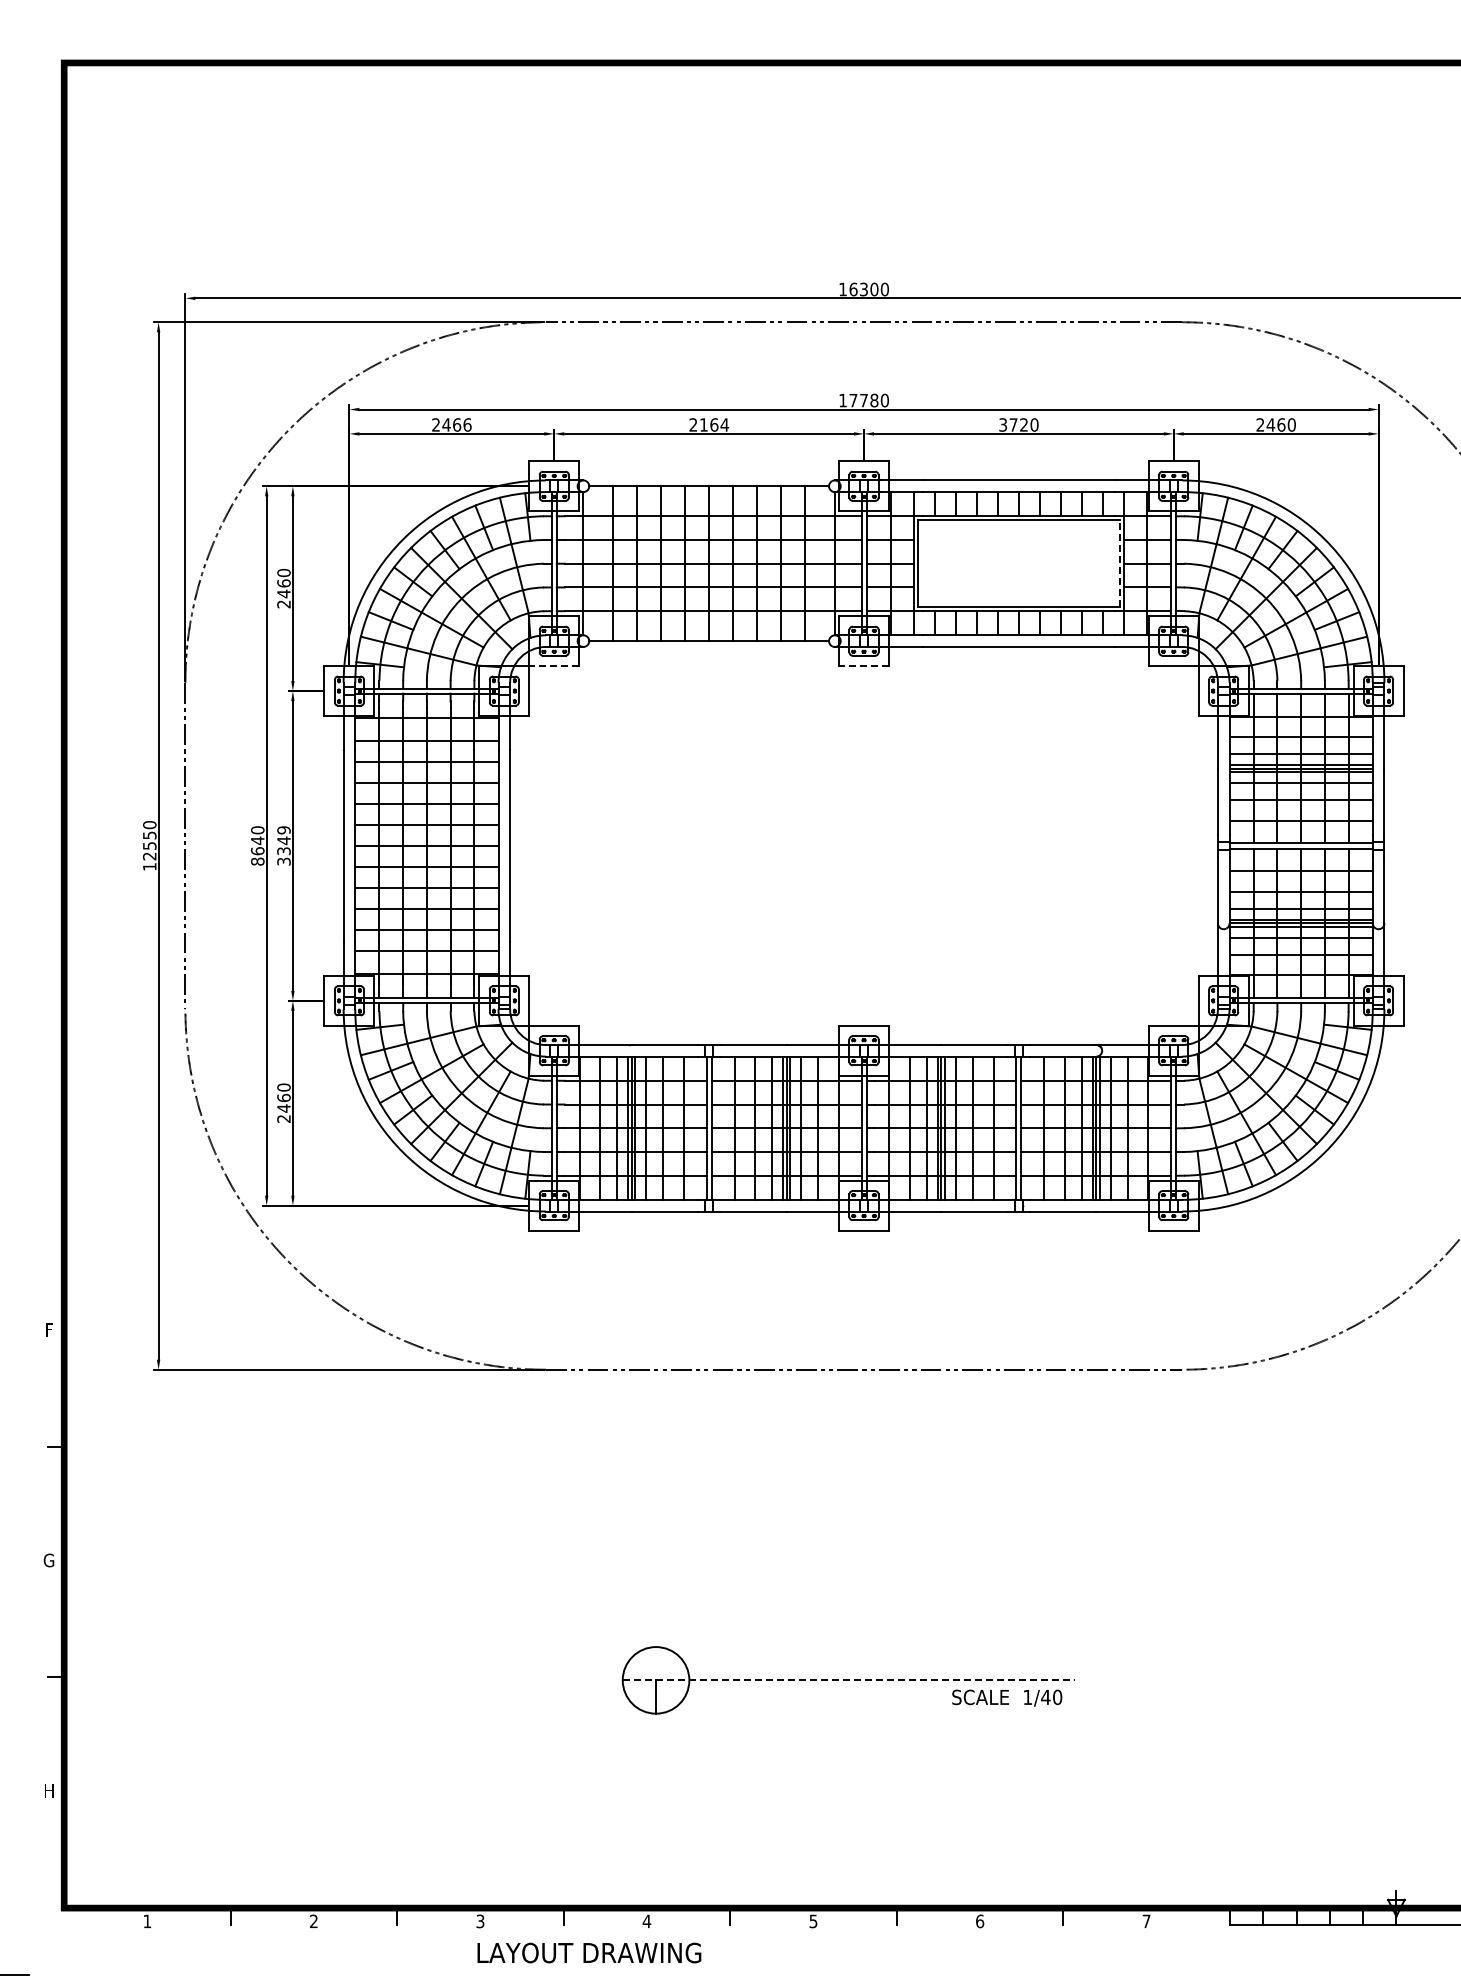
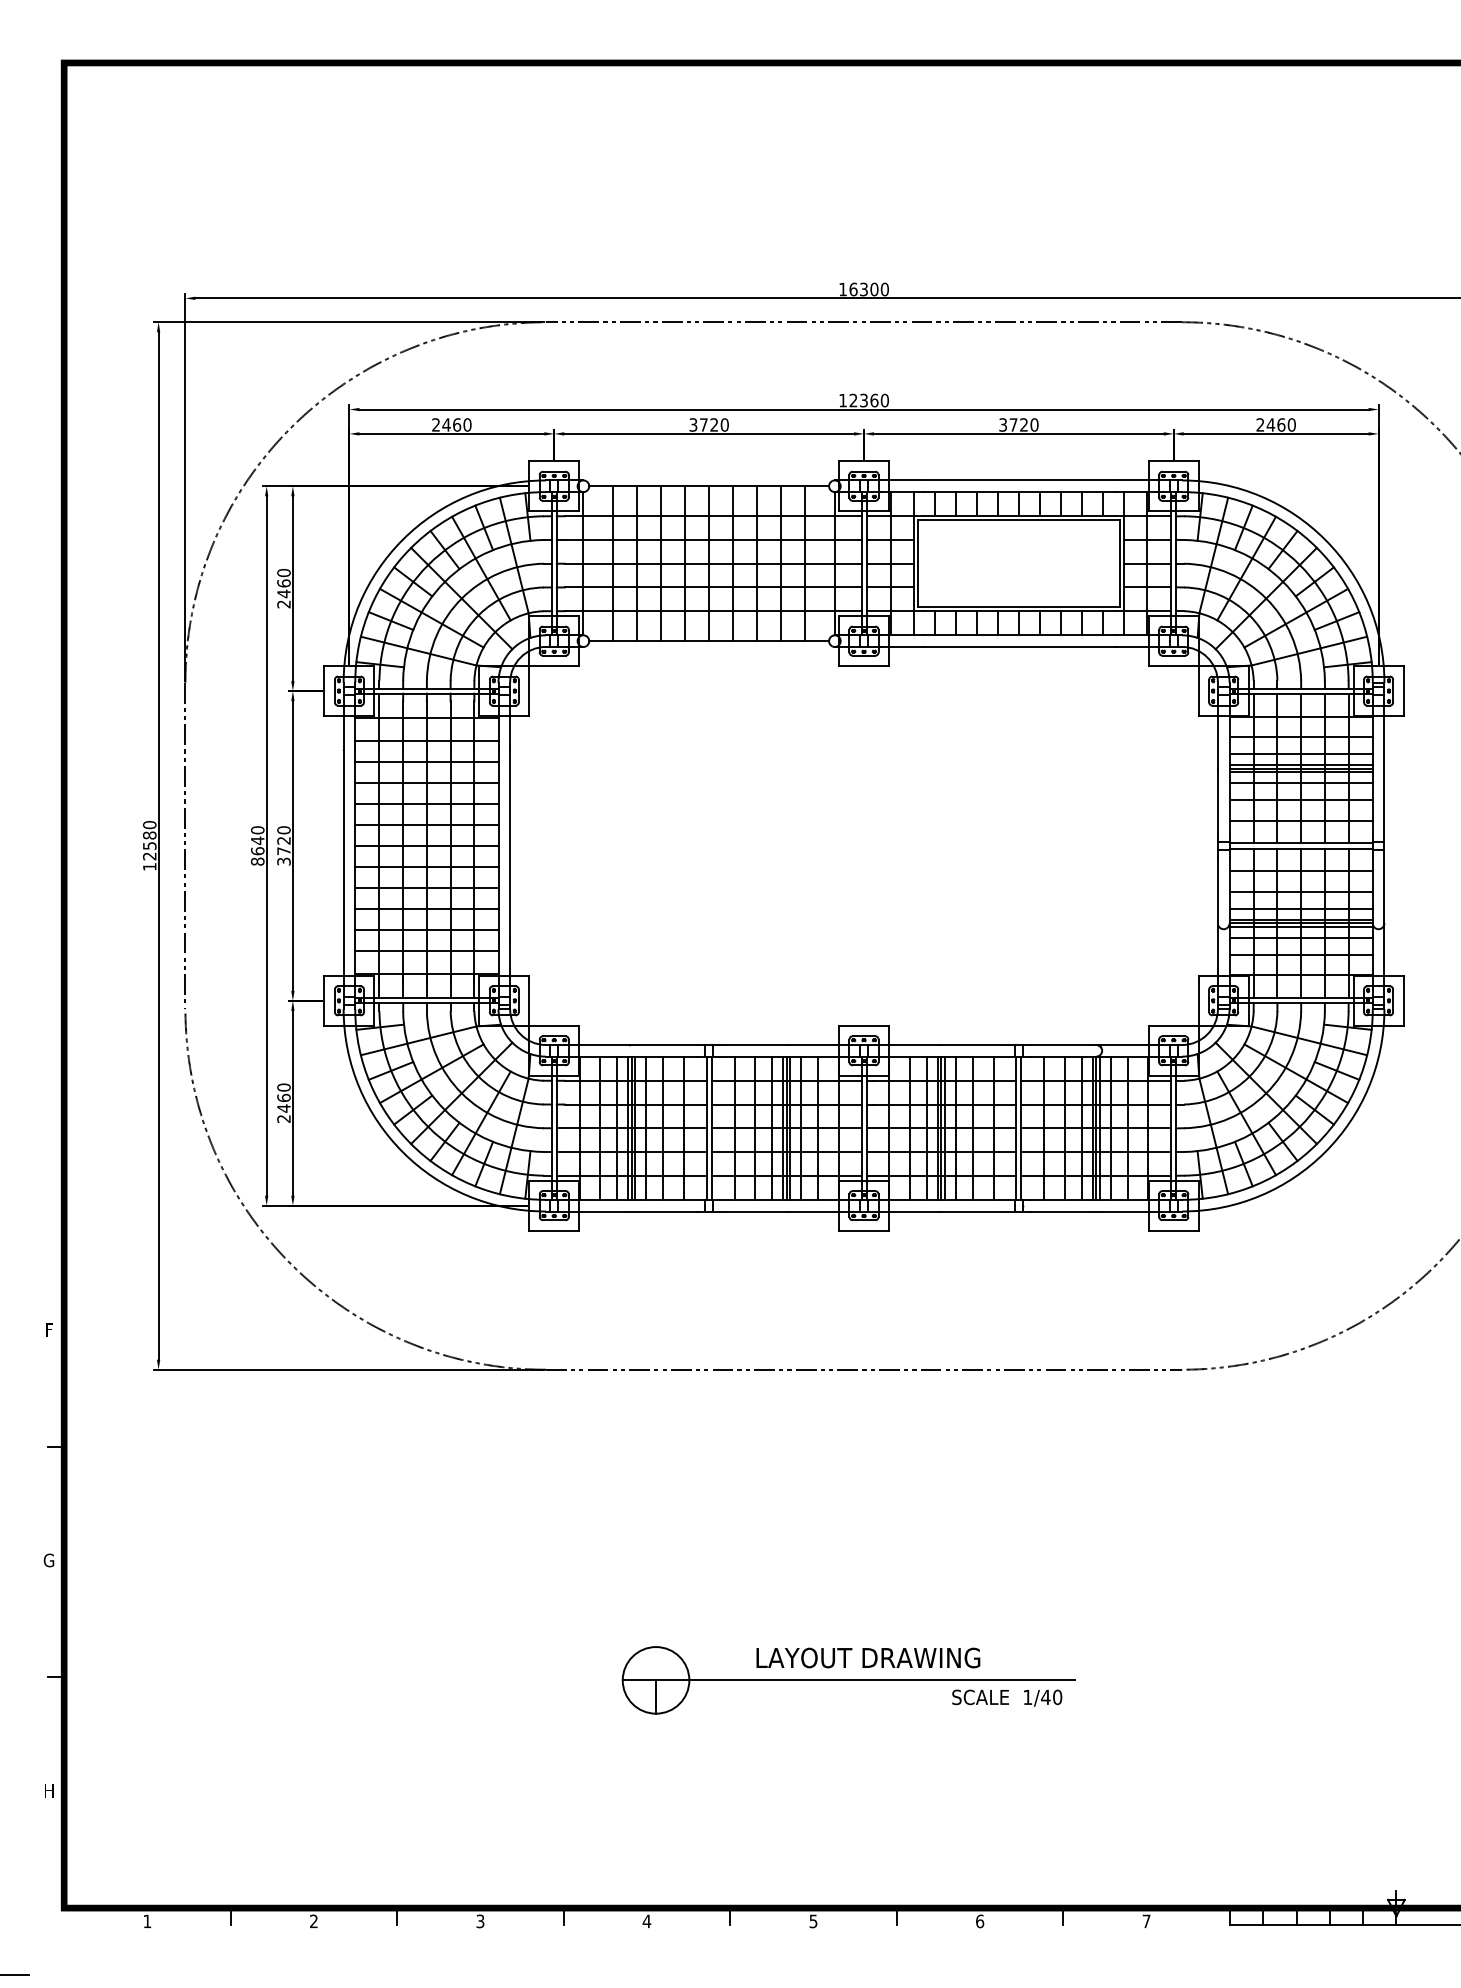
text at (863, 400): 17780 -> 12360
text at (467, 424): 2466 -> 2460
text at (709, 424): 2164 -> 3720
line at (1119, 563): dashed -> solid
line at (554, 666): dashed -> solid
line at (864, 666): dashed -> solid
text at (149, 835): 12550 -> 12580
text at (283, 840): 3349 -> 3720
line at (849, 1680): dashed -> solid
text at (589, 1952) position: (589, 1952) -> (868, 1657)
